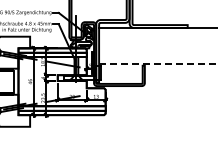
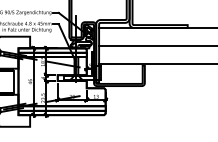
line at (156, 46): none -> present
line at (158, 64): dashed -> solid
